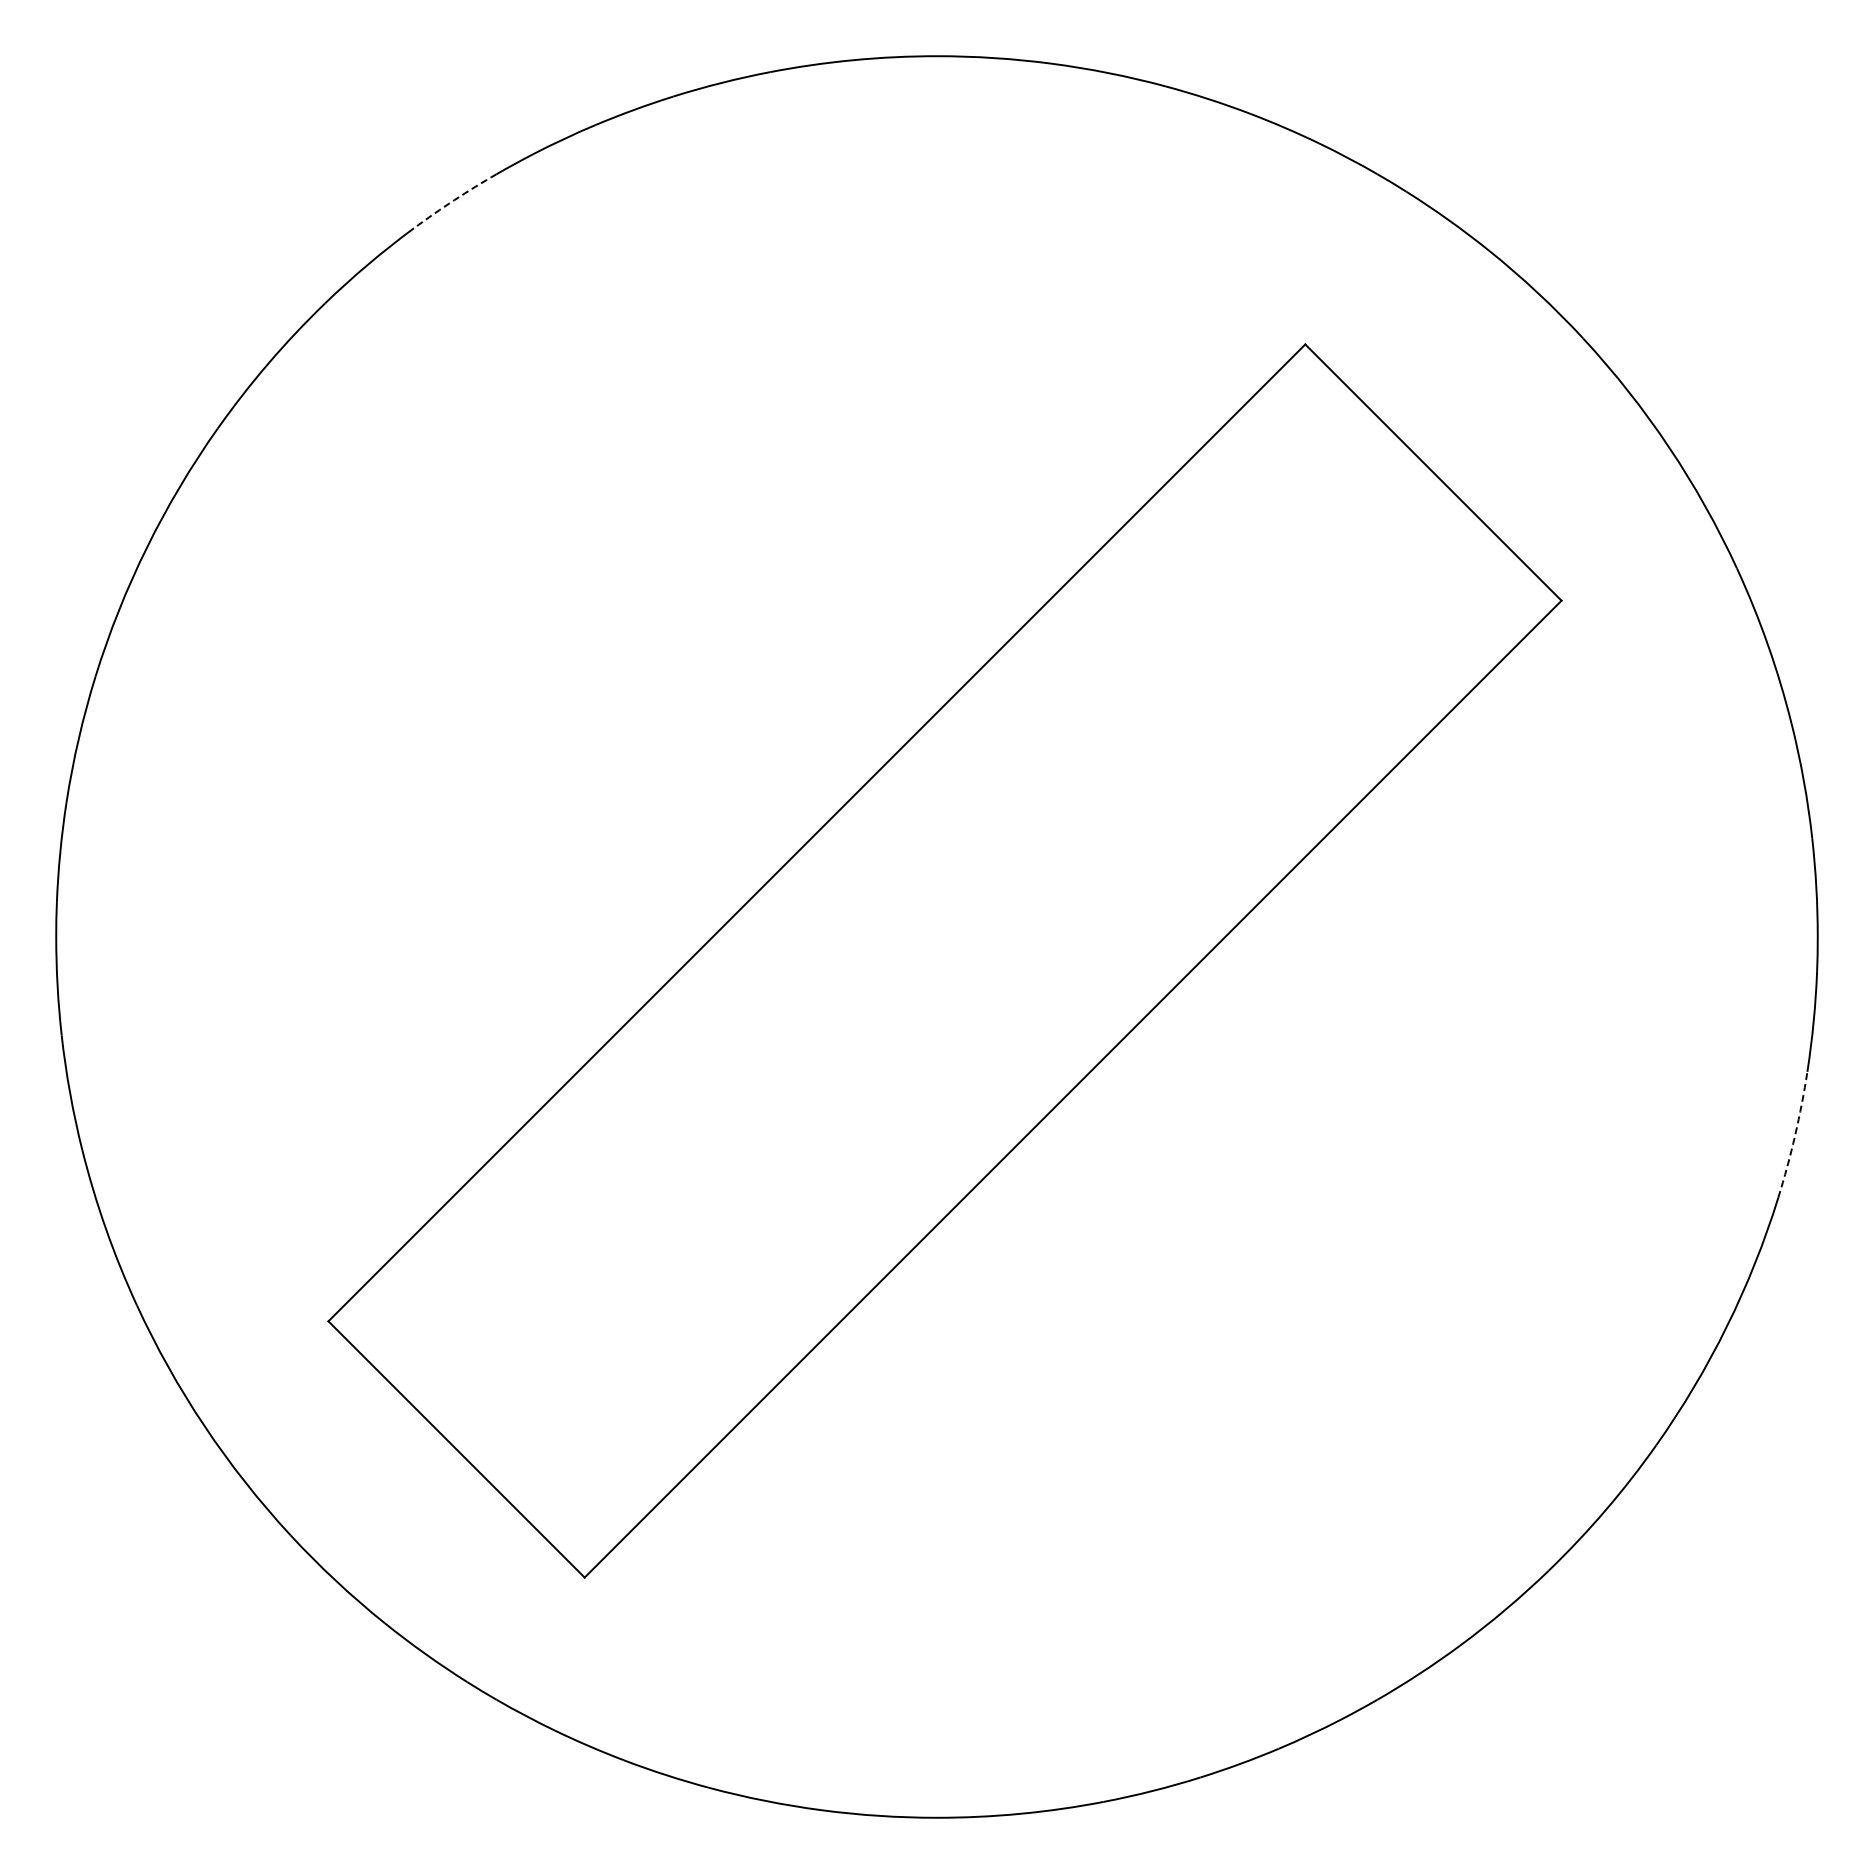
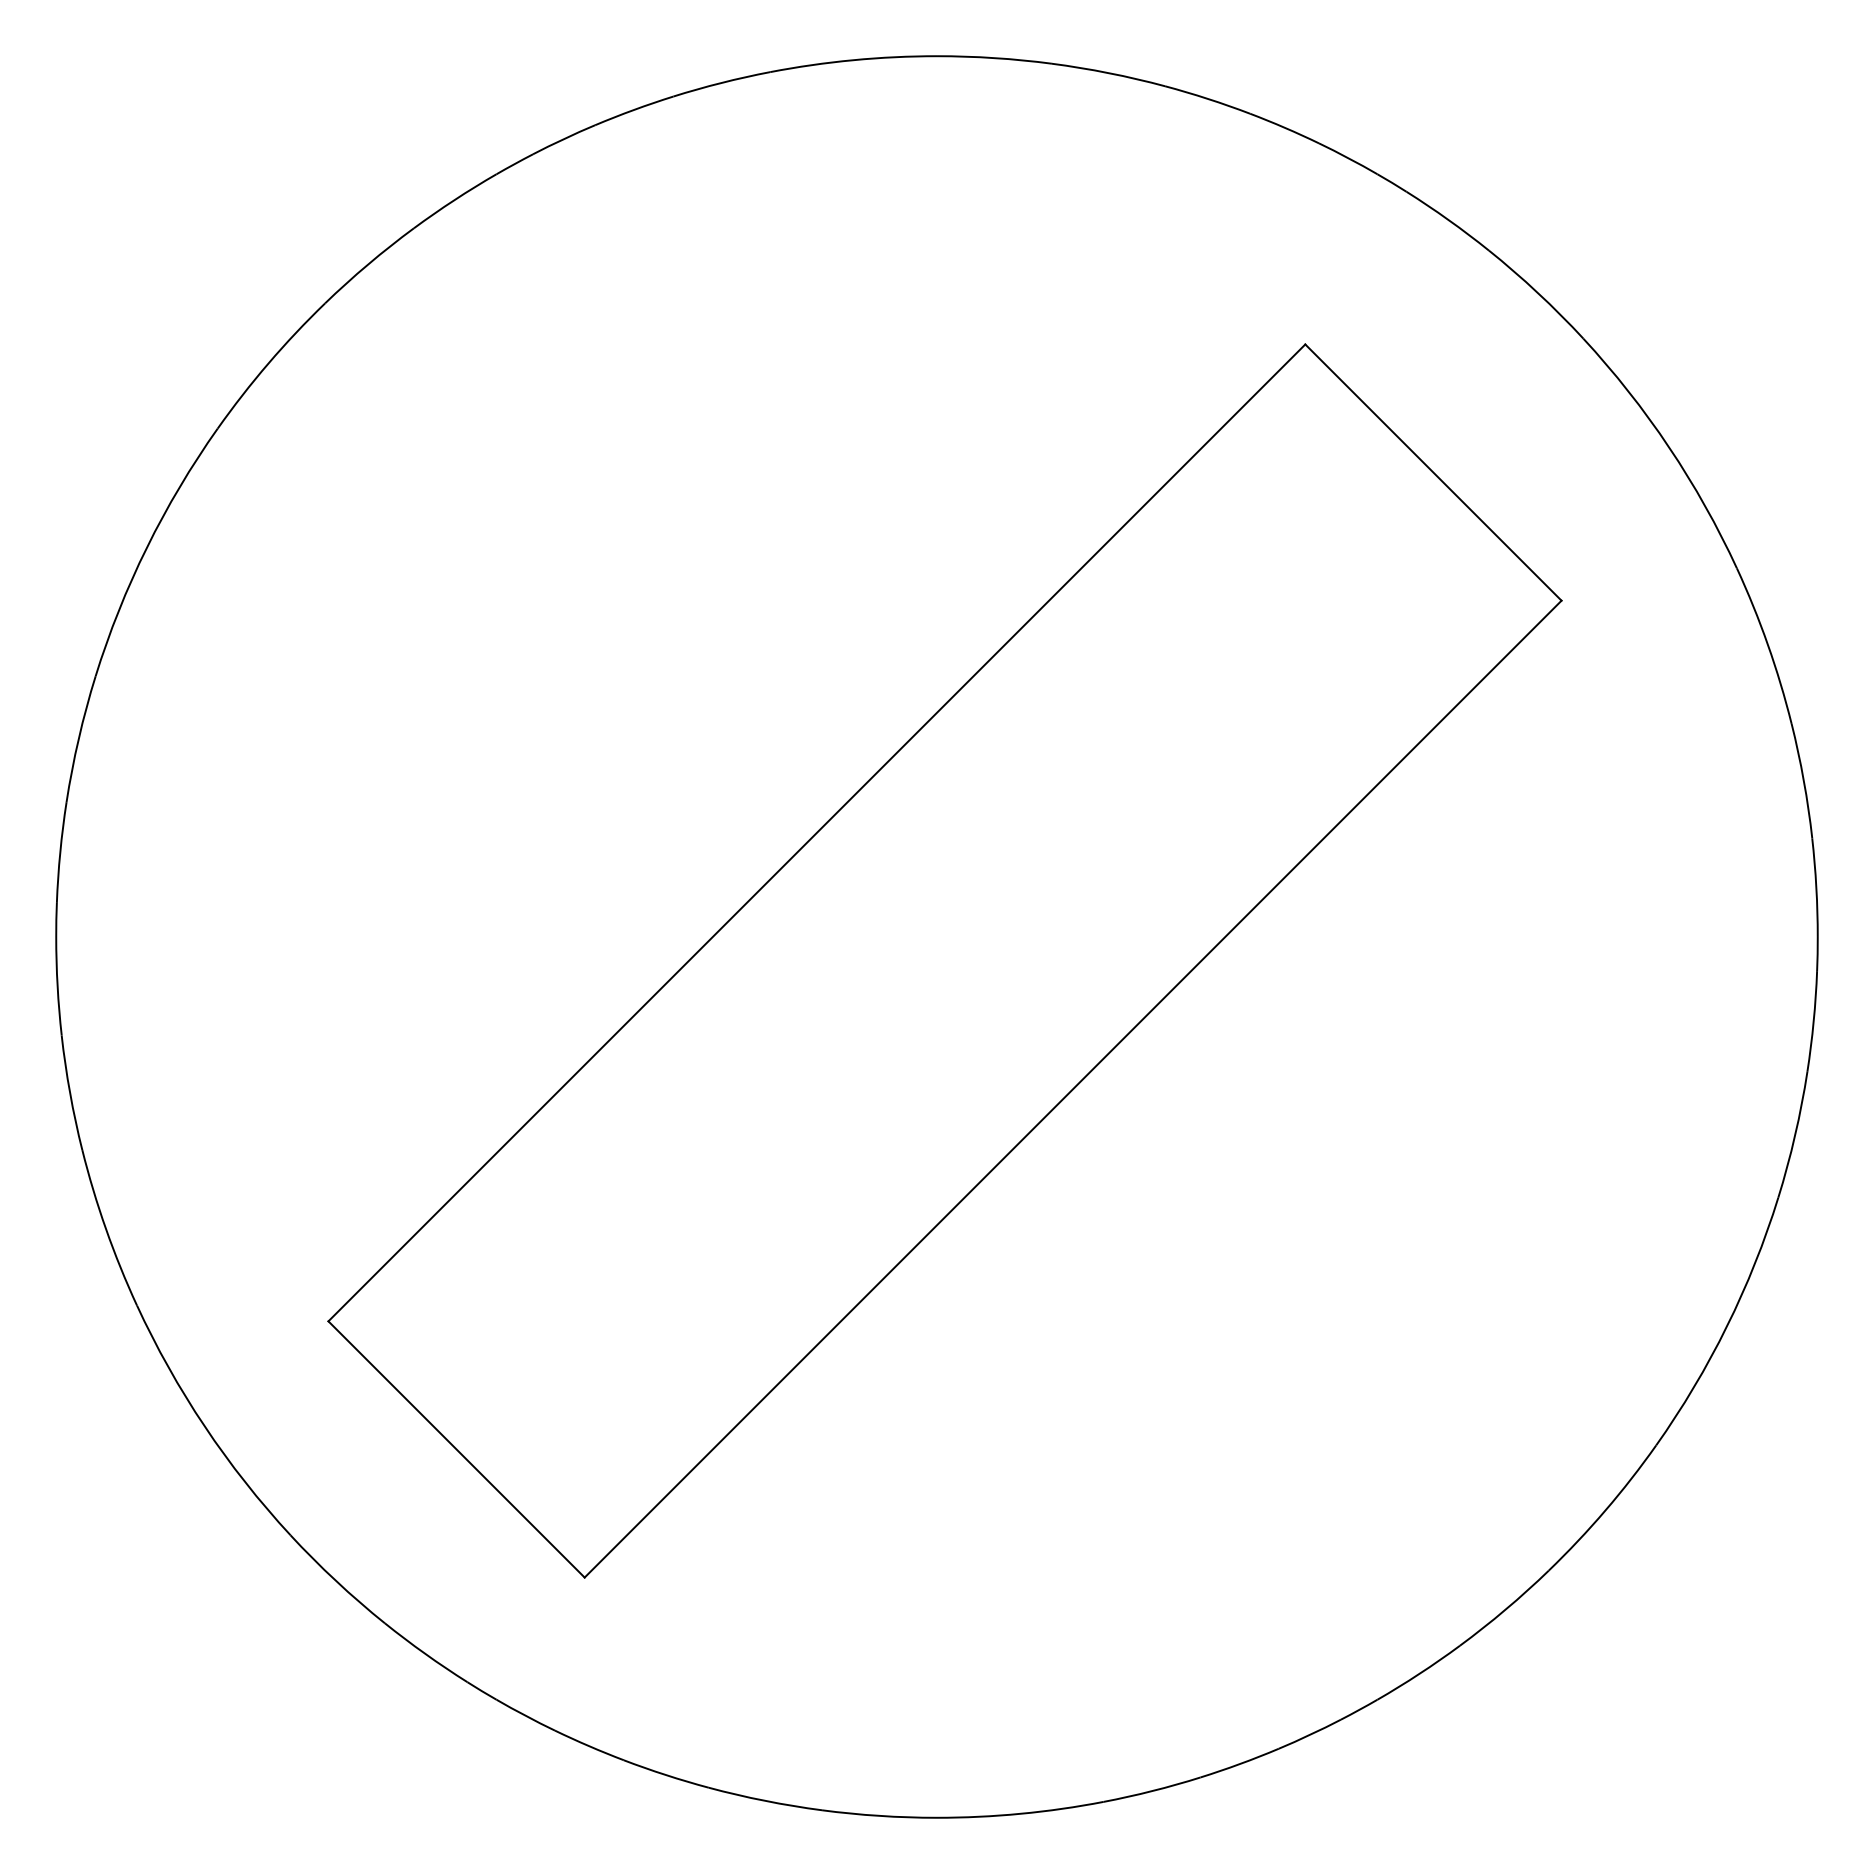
arc at (454, 200): dashed -> solid
arc at (1795, 1135): dashed -> solid
